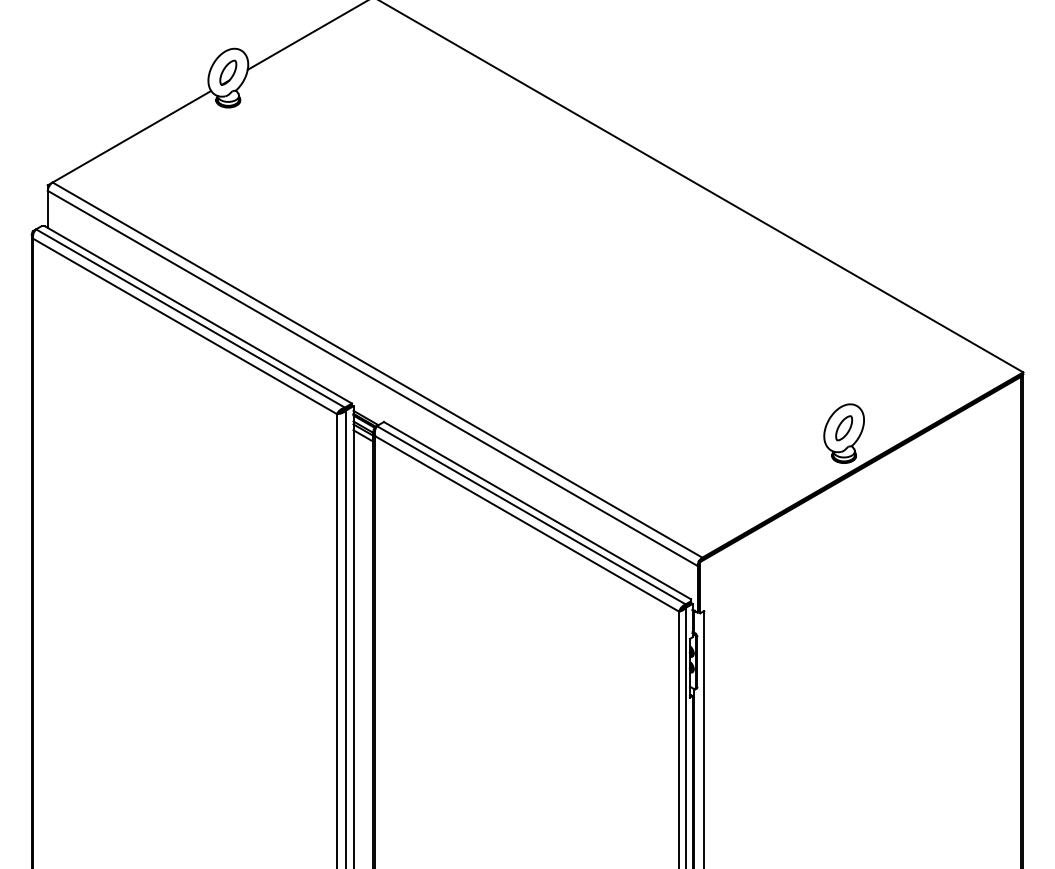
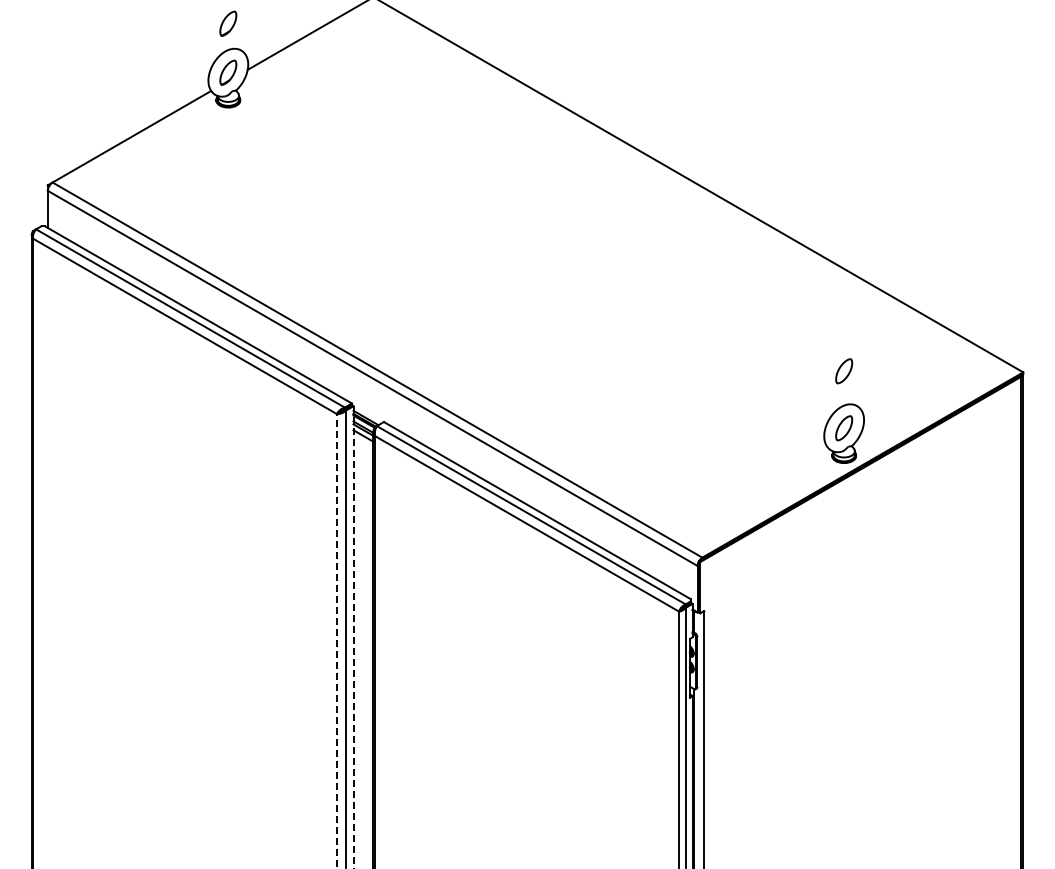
part at (228, 23): none -> present
part at (844, 371): none -> present
line at (353, 637): solid -> dashed
line at (336, 640): solid -> dashed
